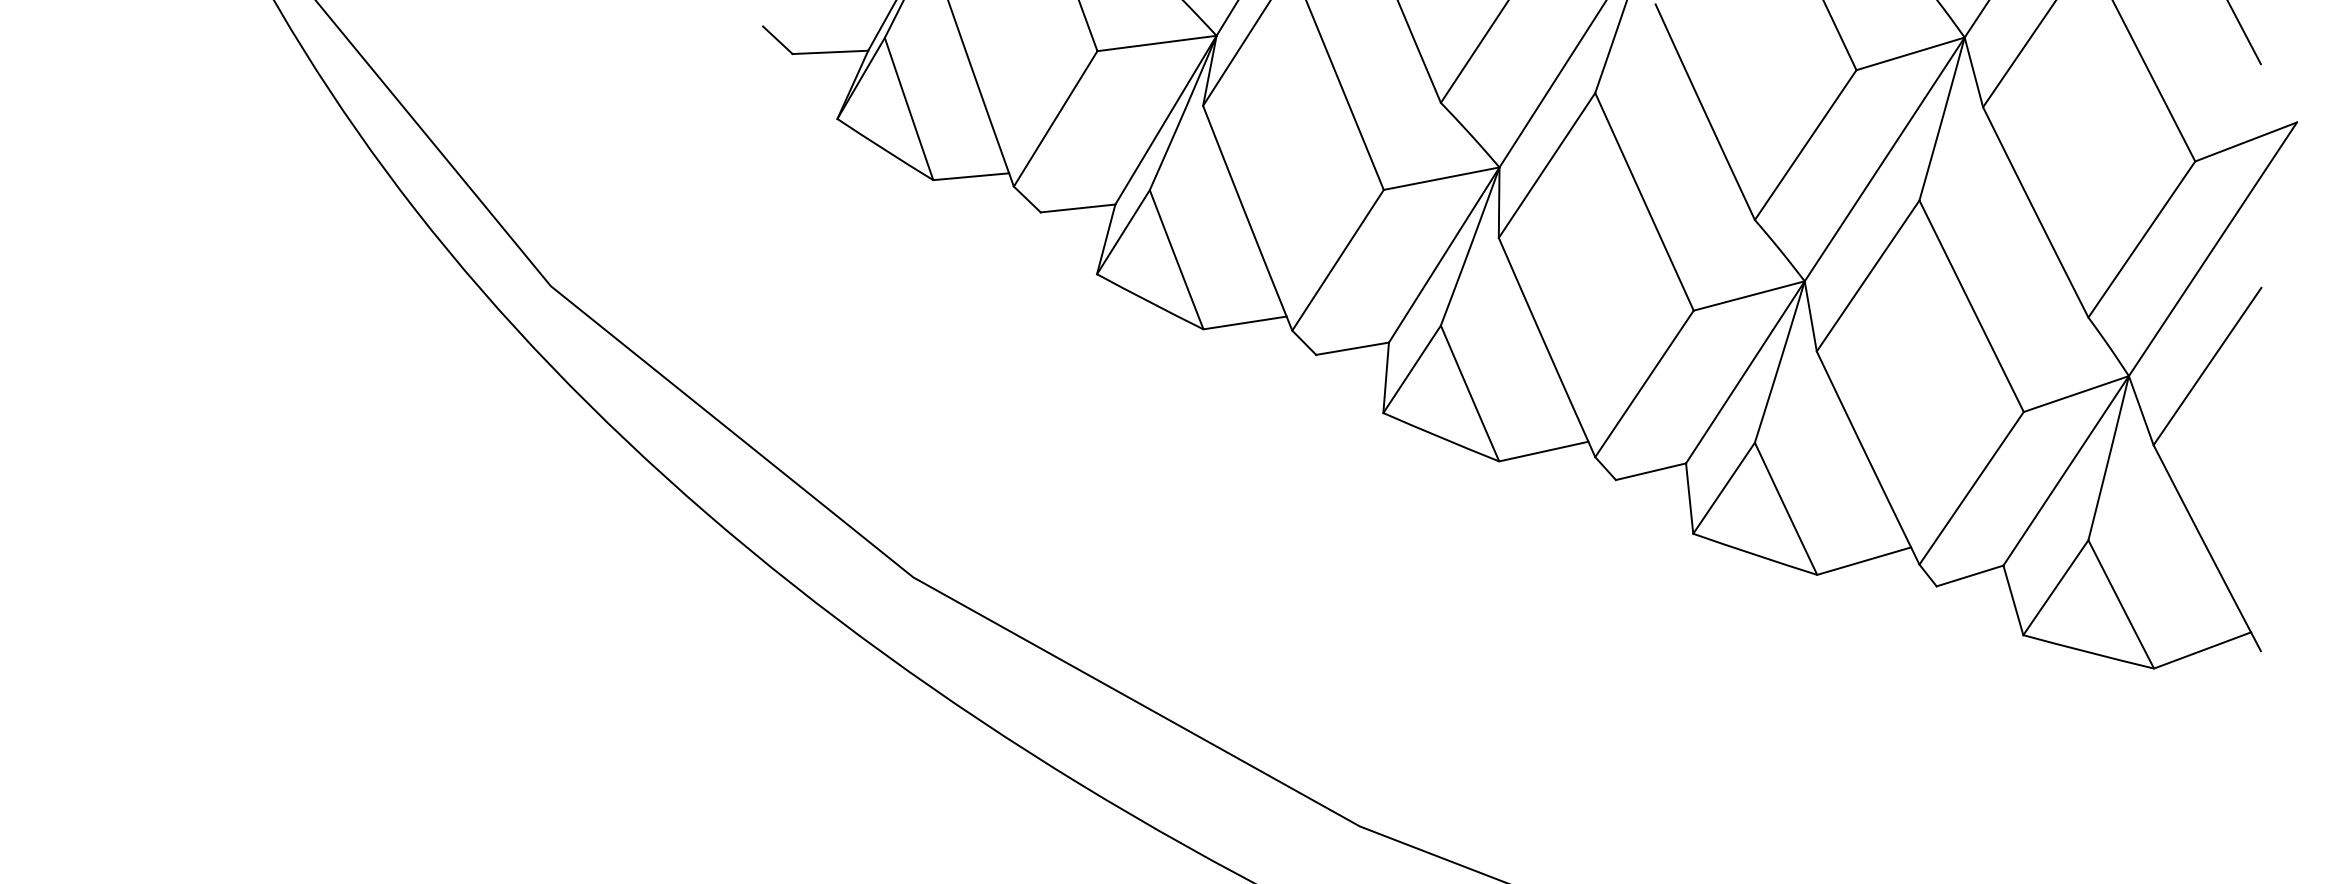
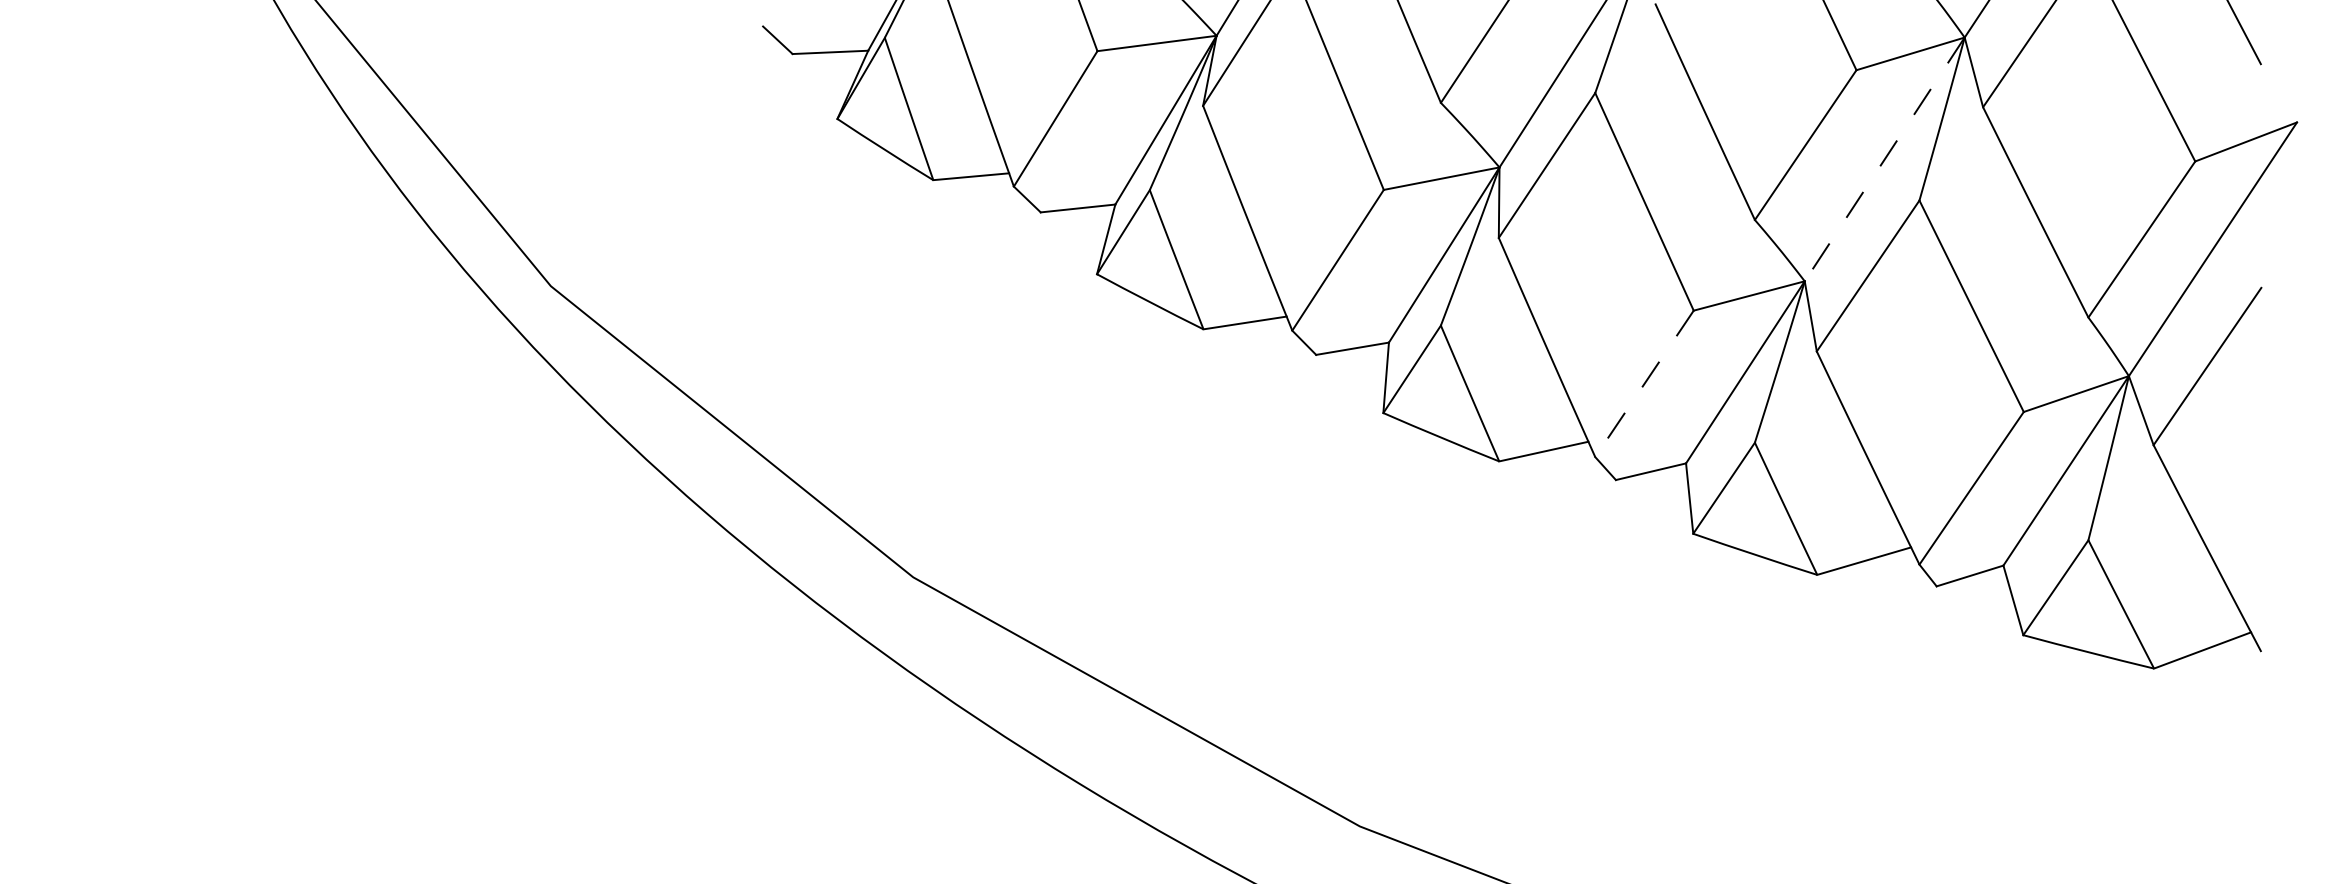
line at (1884, 159): solid -> dashed
line at (1644, 384): solid -> dashed
